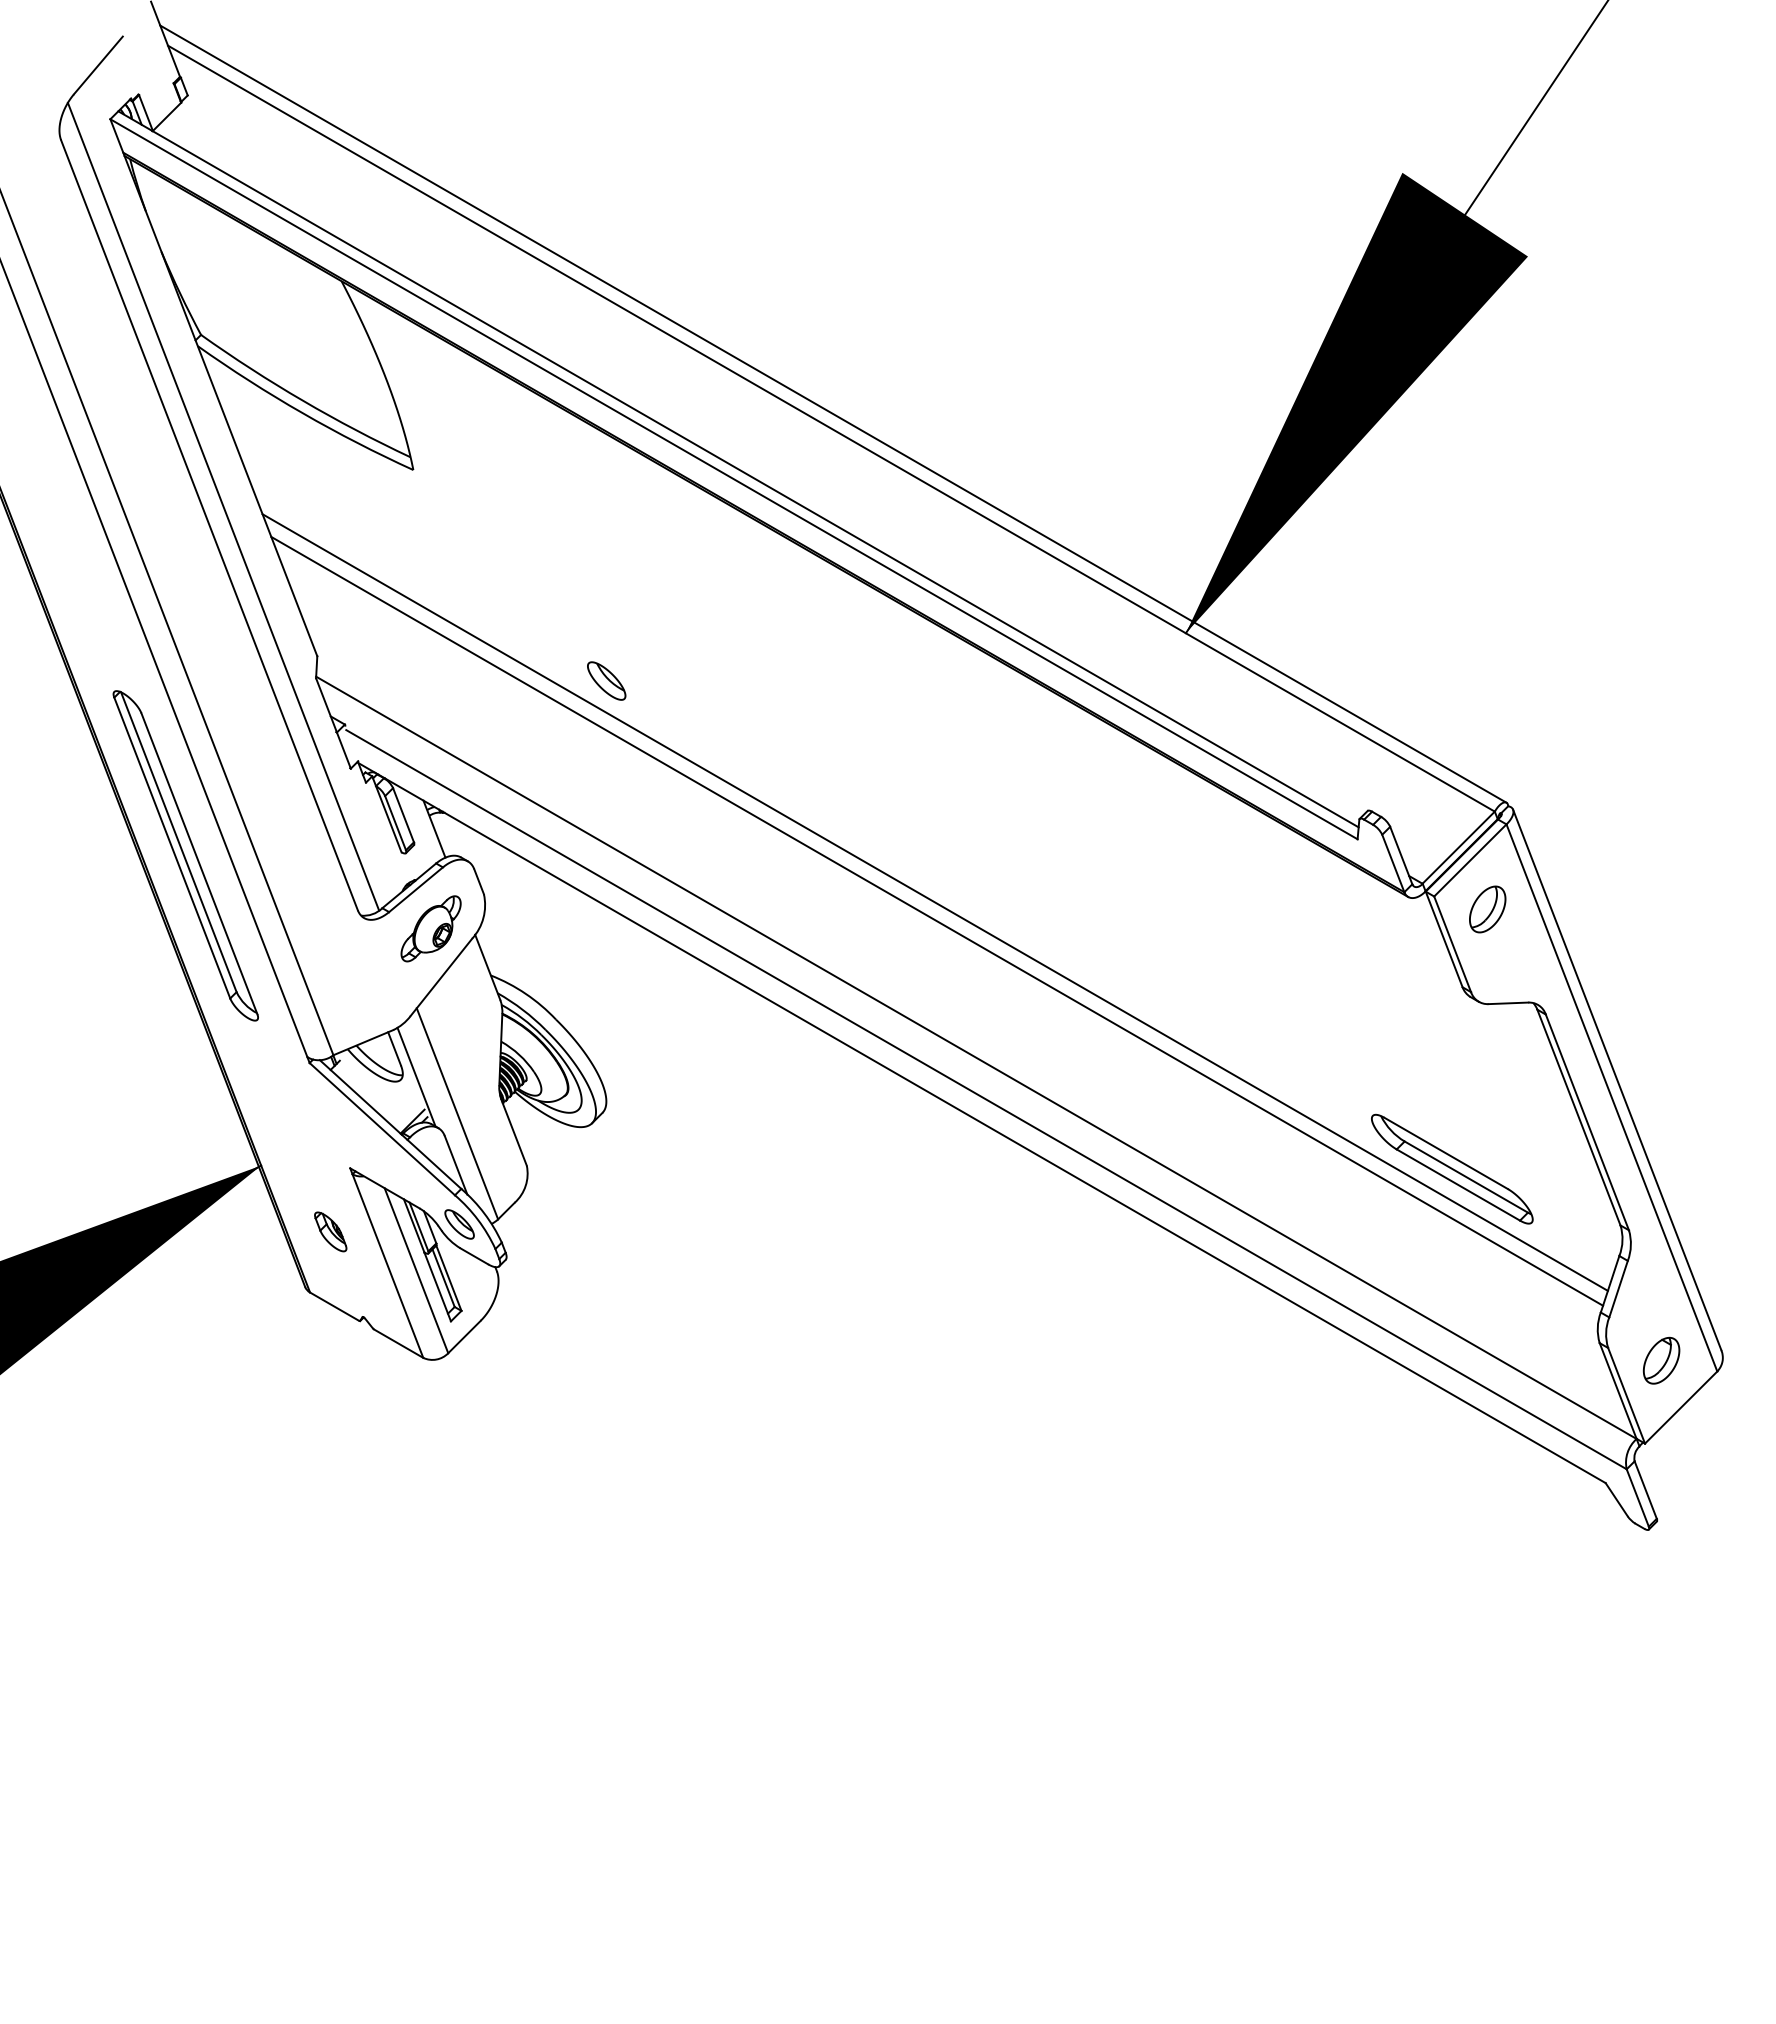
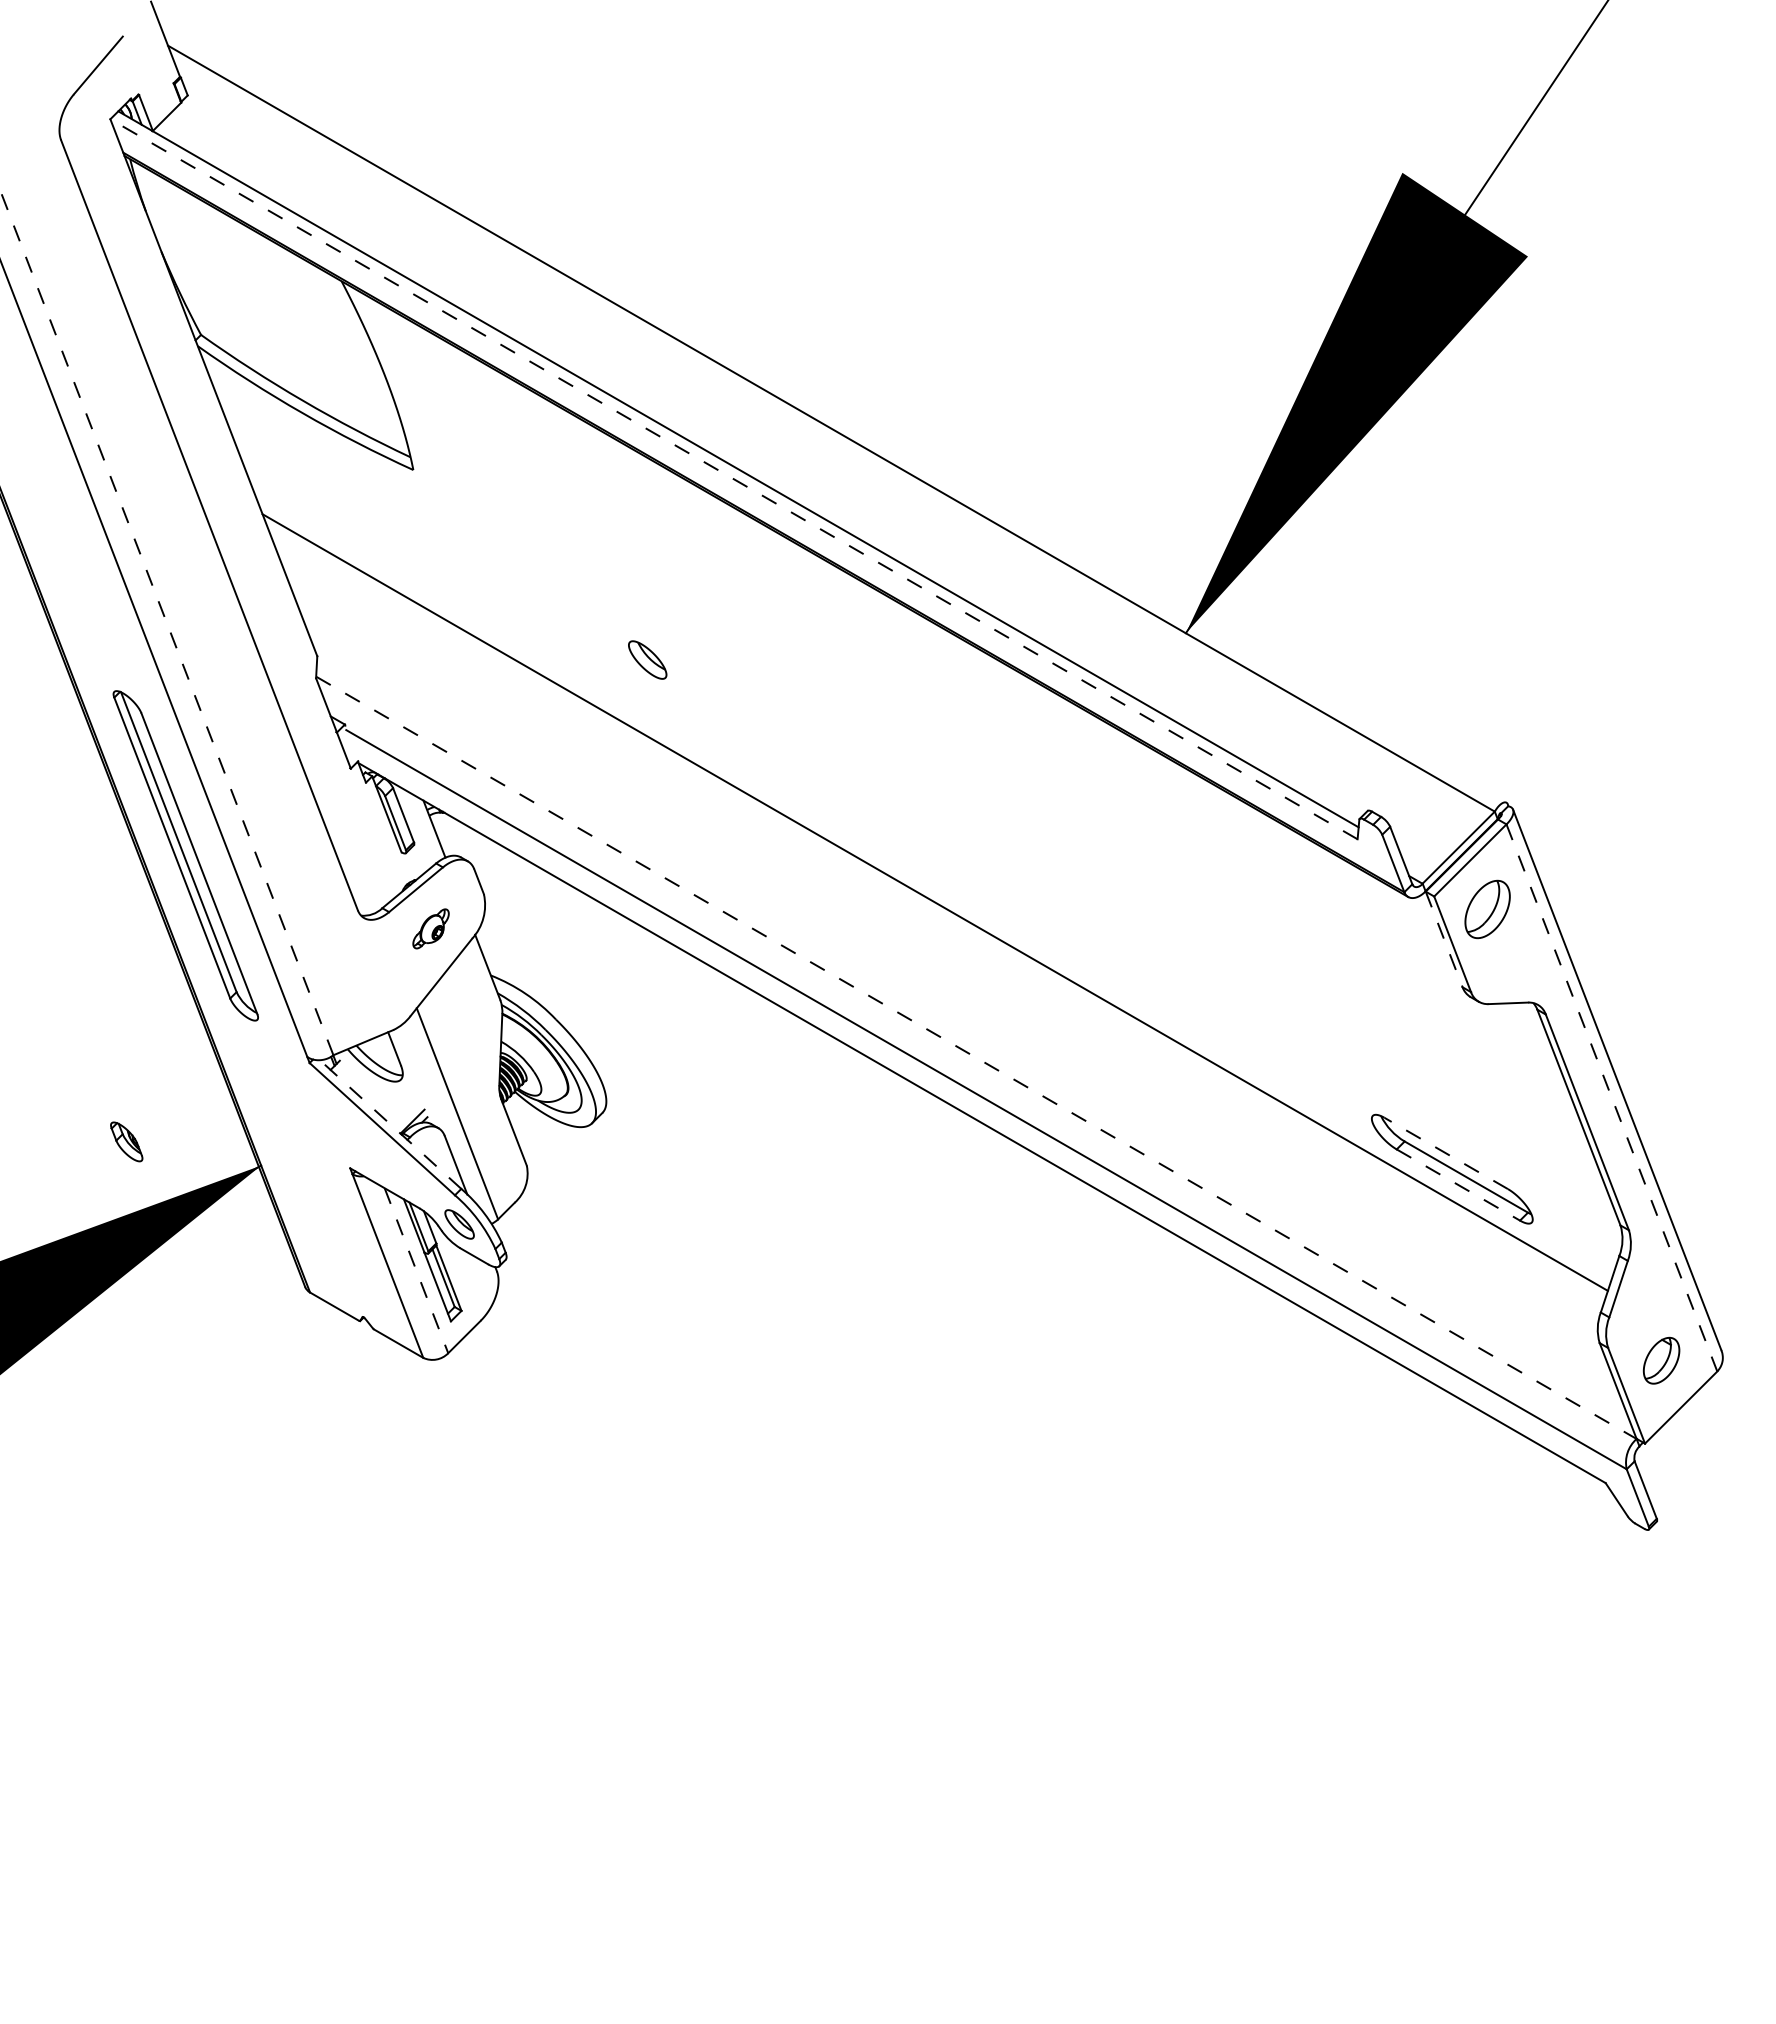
line at (833, 413): present -> none
line at (733, 479): solid -> dashed
line at (223, 506): present -> none
line at (166, 622): solid -> dashed
part at (606, 680) position: (606, 680) -> (647, 659)
part at (1487, 909) size: 38x49 px -> 47x61 px
line at (937, 920): present -> none
part at (430, 928) size: 62x68 px -> 38x42 px
line at (1444, 939): solid -> dashed
line at (976, 1058): solid -> dashed
line at (416, 1076): present -> none
line at (1612, 1098): solid -> dashed
line at (390, 1124): solid -> dashed
line at (1445, 1153): solid -> dashed
line at (1458, 1185): solid -> dashed
part at (330, 1231) position: (330, 1231) -> (126, 1141)
line at (416, 1271): solid -> dashed
